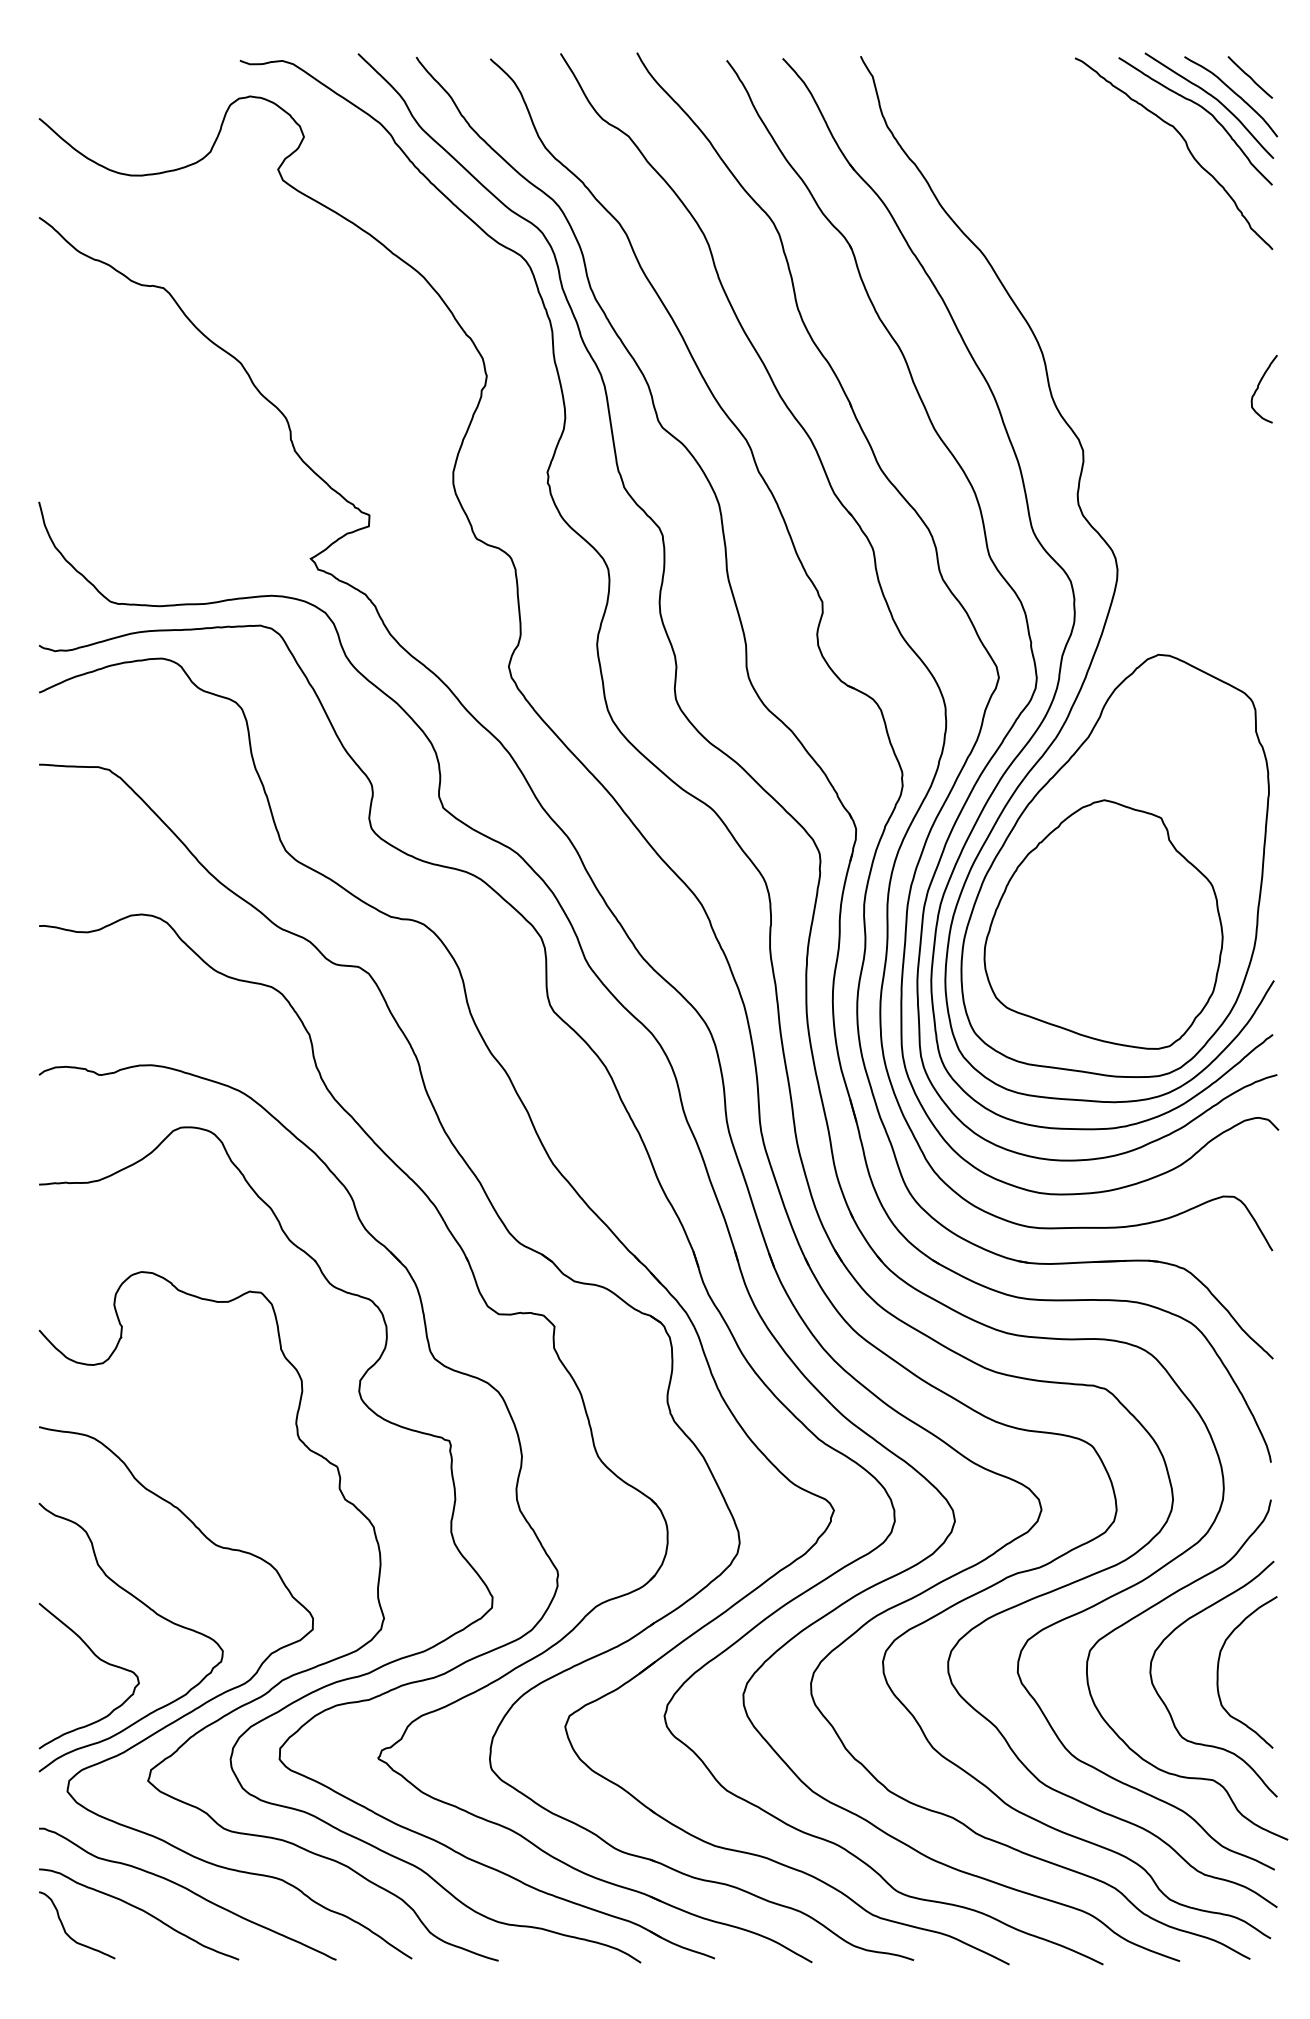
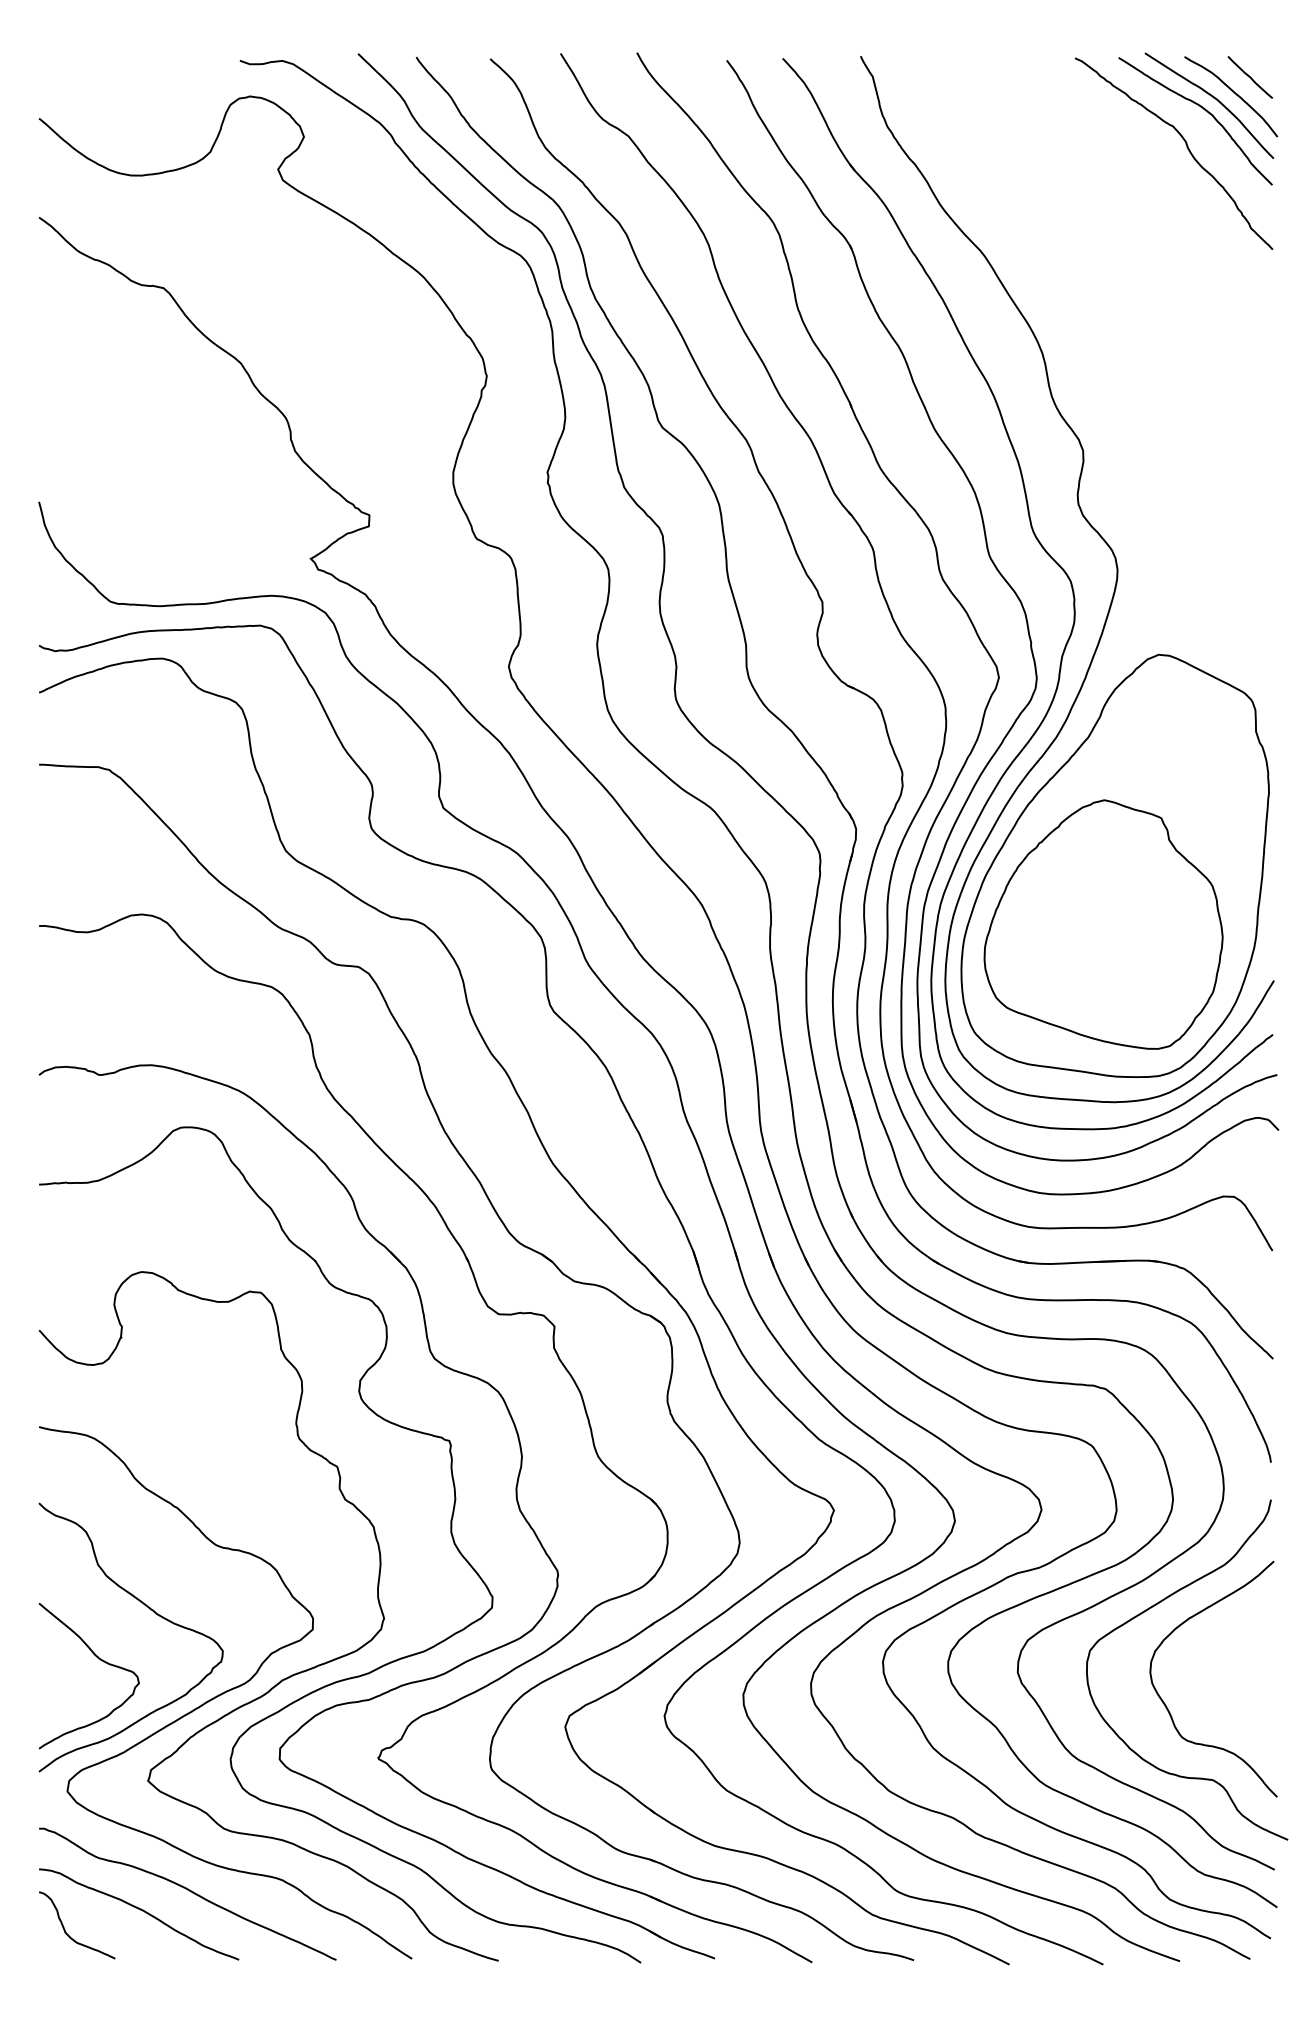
curve at (1259, 385): present -> none
curve at (1218, 1672): present -> none
